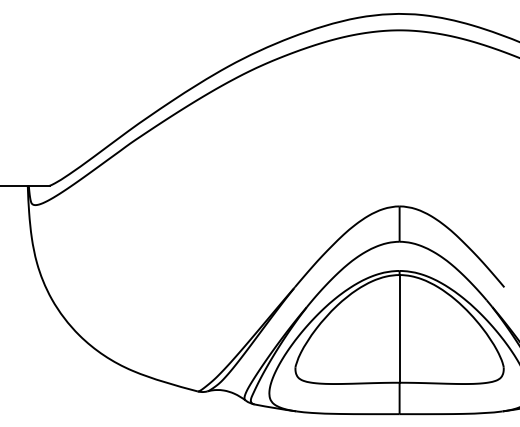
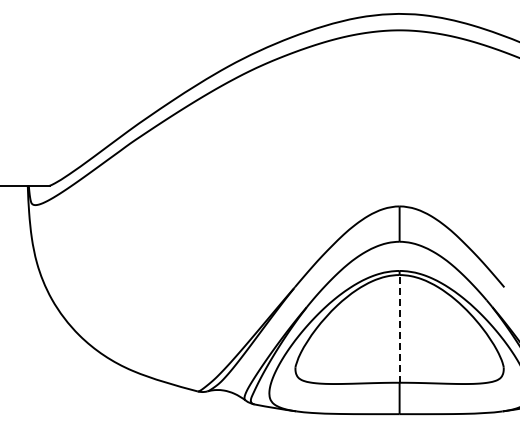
line at (399, 328): solid -> dashed
